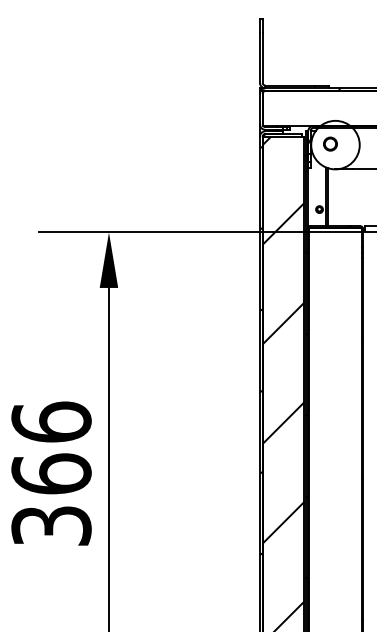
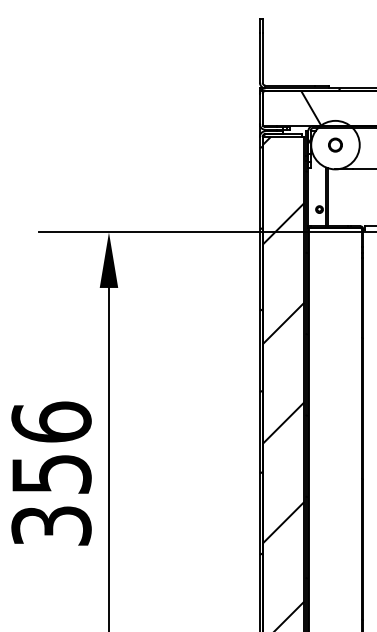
hatch at (311, 108): none -> present
circle at (330, 143) position: (330, 143) -> (335, 144)
text at (51, 473): 366 -> 356
